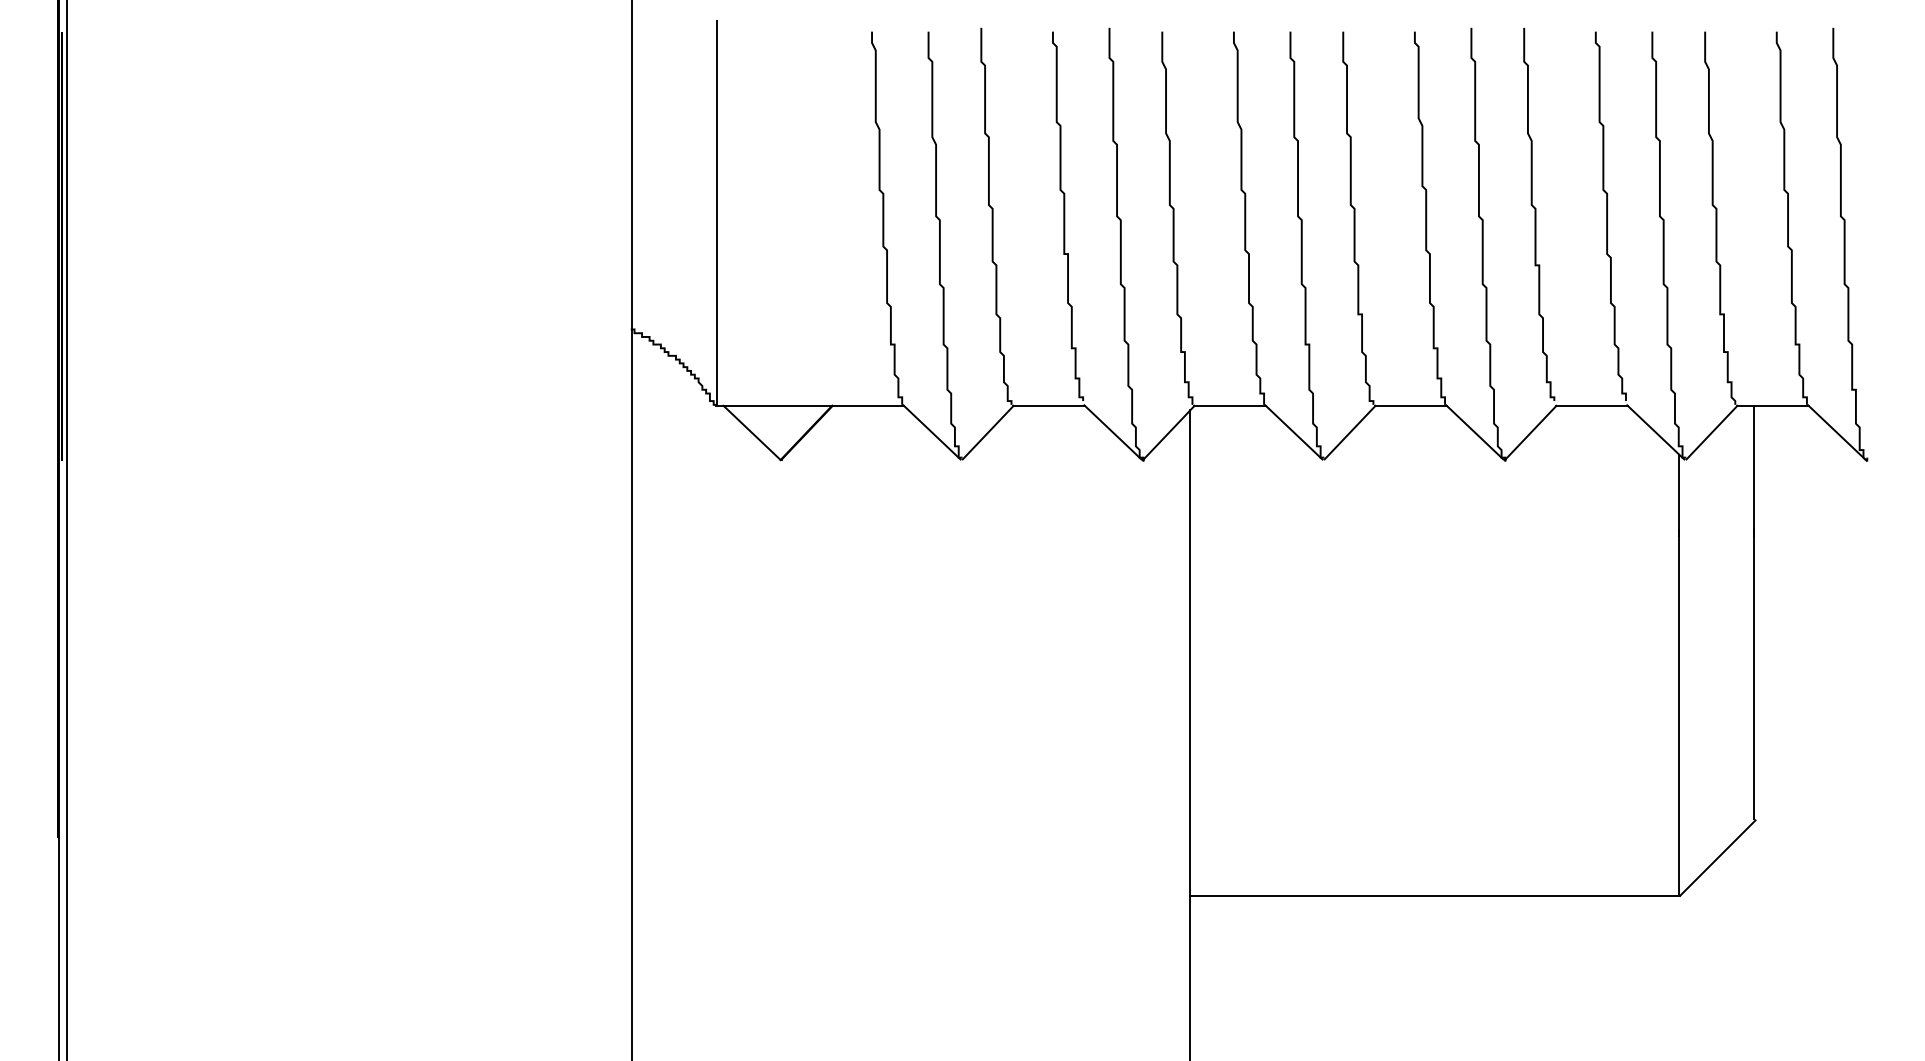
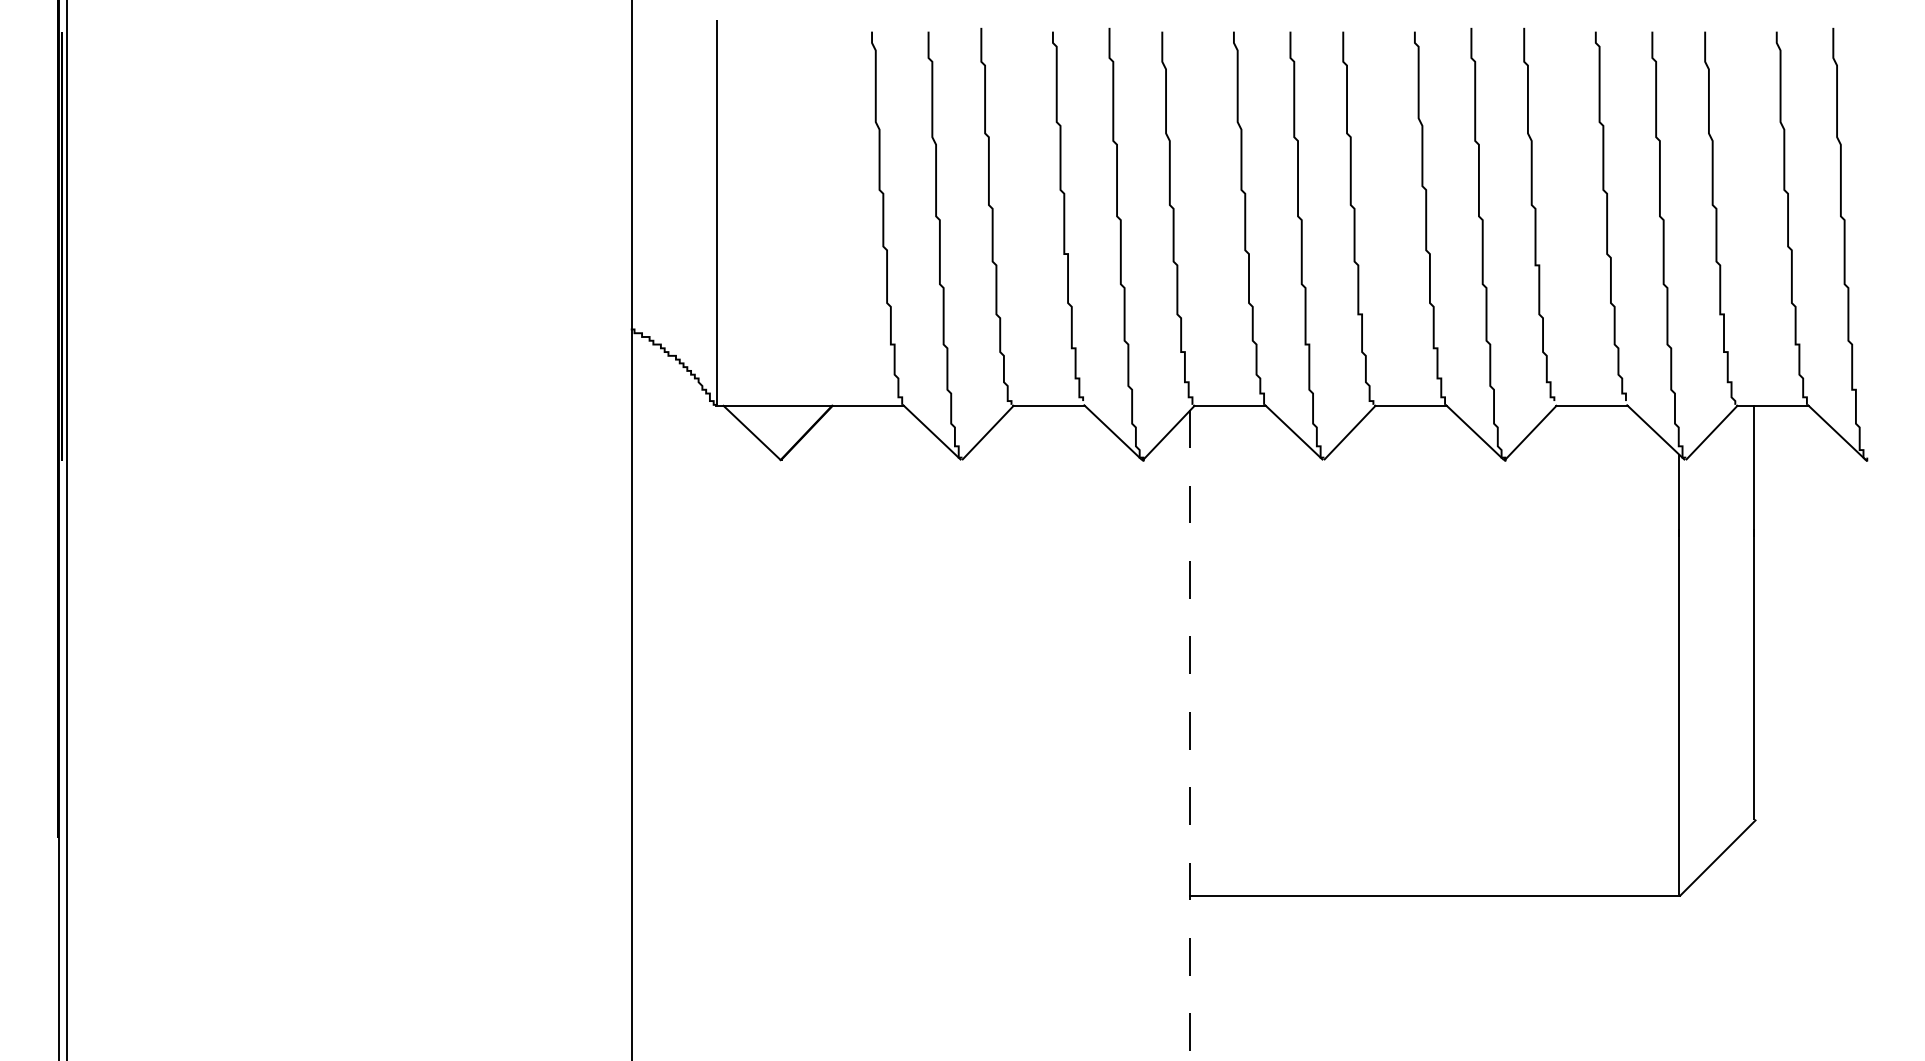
line at (1190, 735): solid -> dashed
